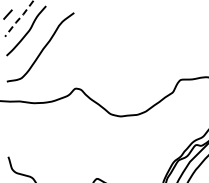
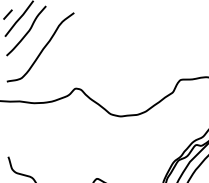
line at (19, 18): dashed -> solid
